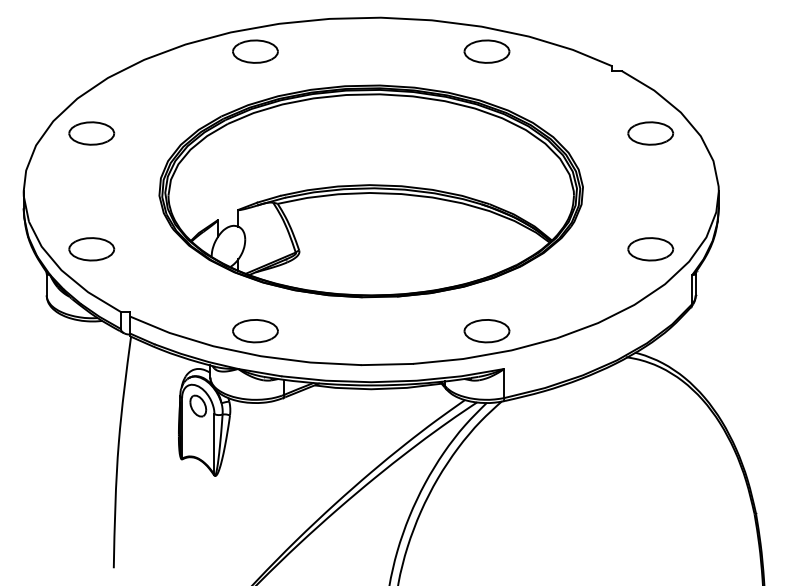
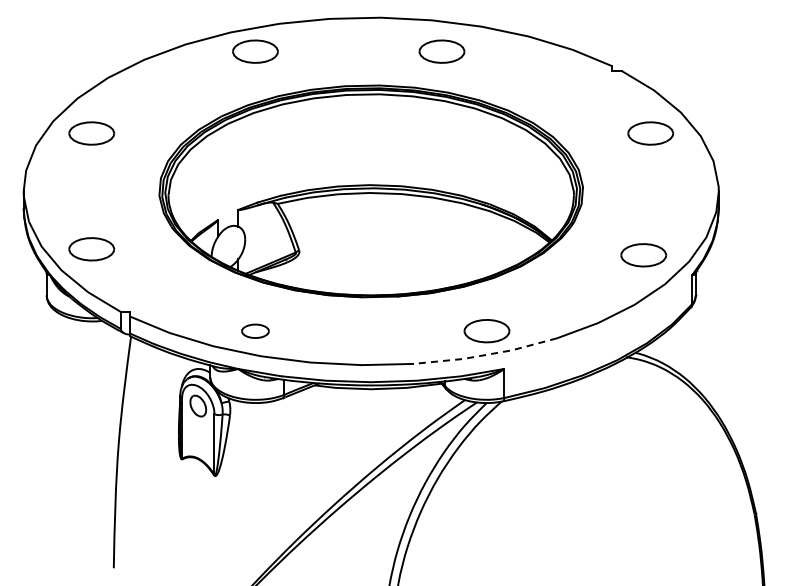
part at (486, 51) position: (486, 51) -> (441, 51)
part at (650, 249) position: (650, 249) -> (643, 255)
part at (255, 331) size: 47x25 px -> 29x16 px
line at (485, 355): solid -> dashed
